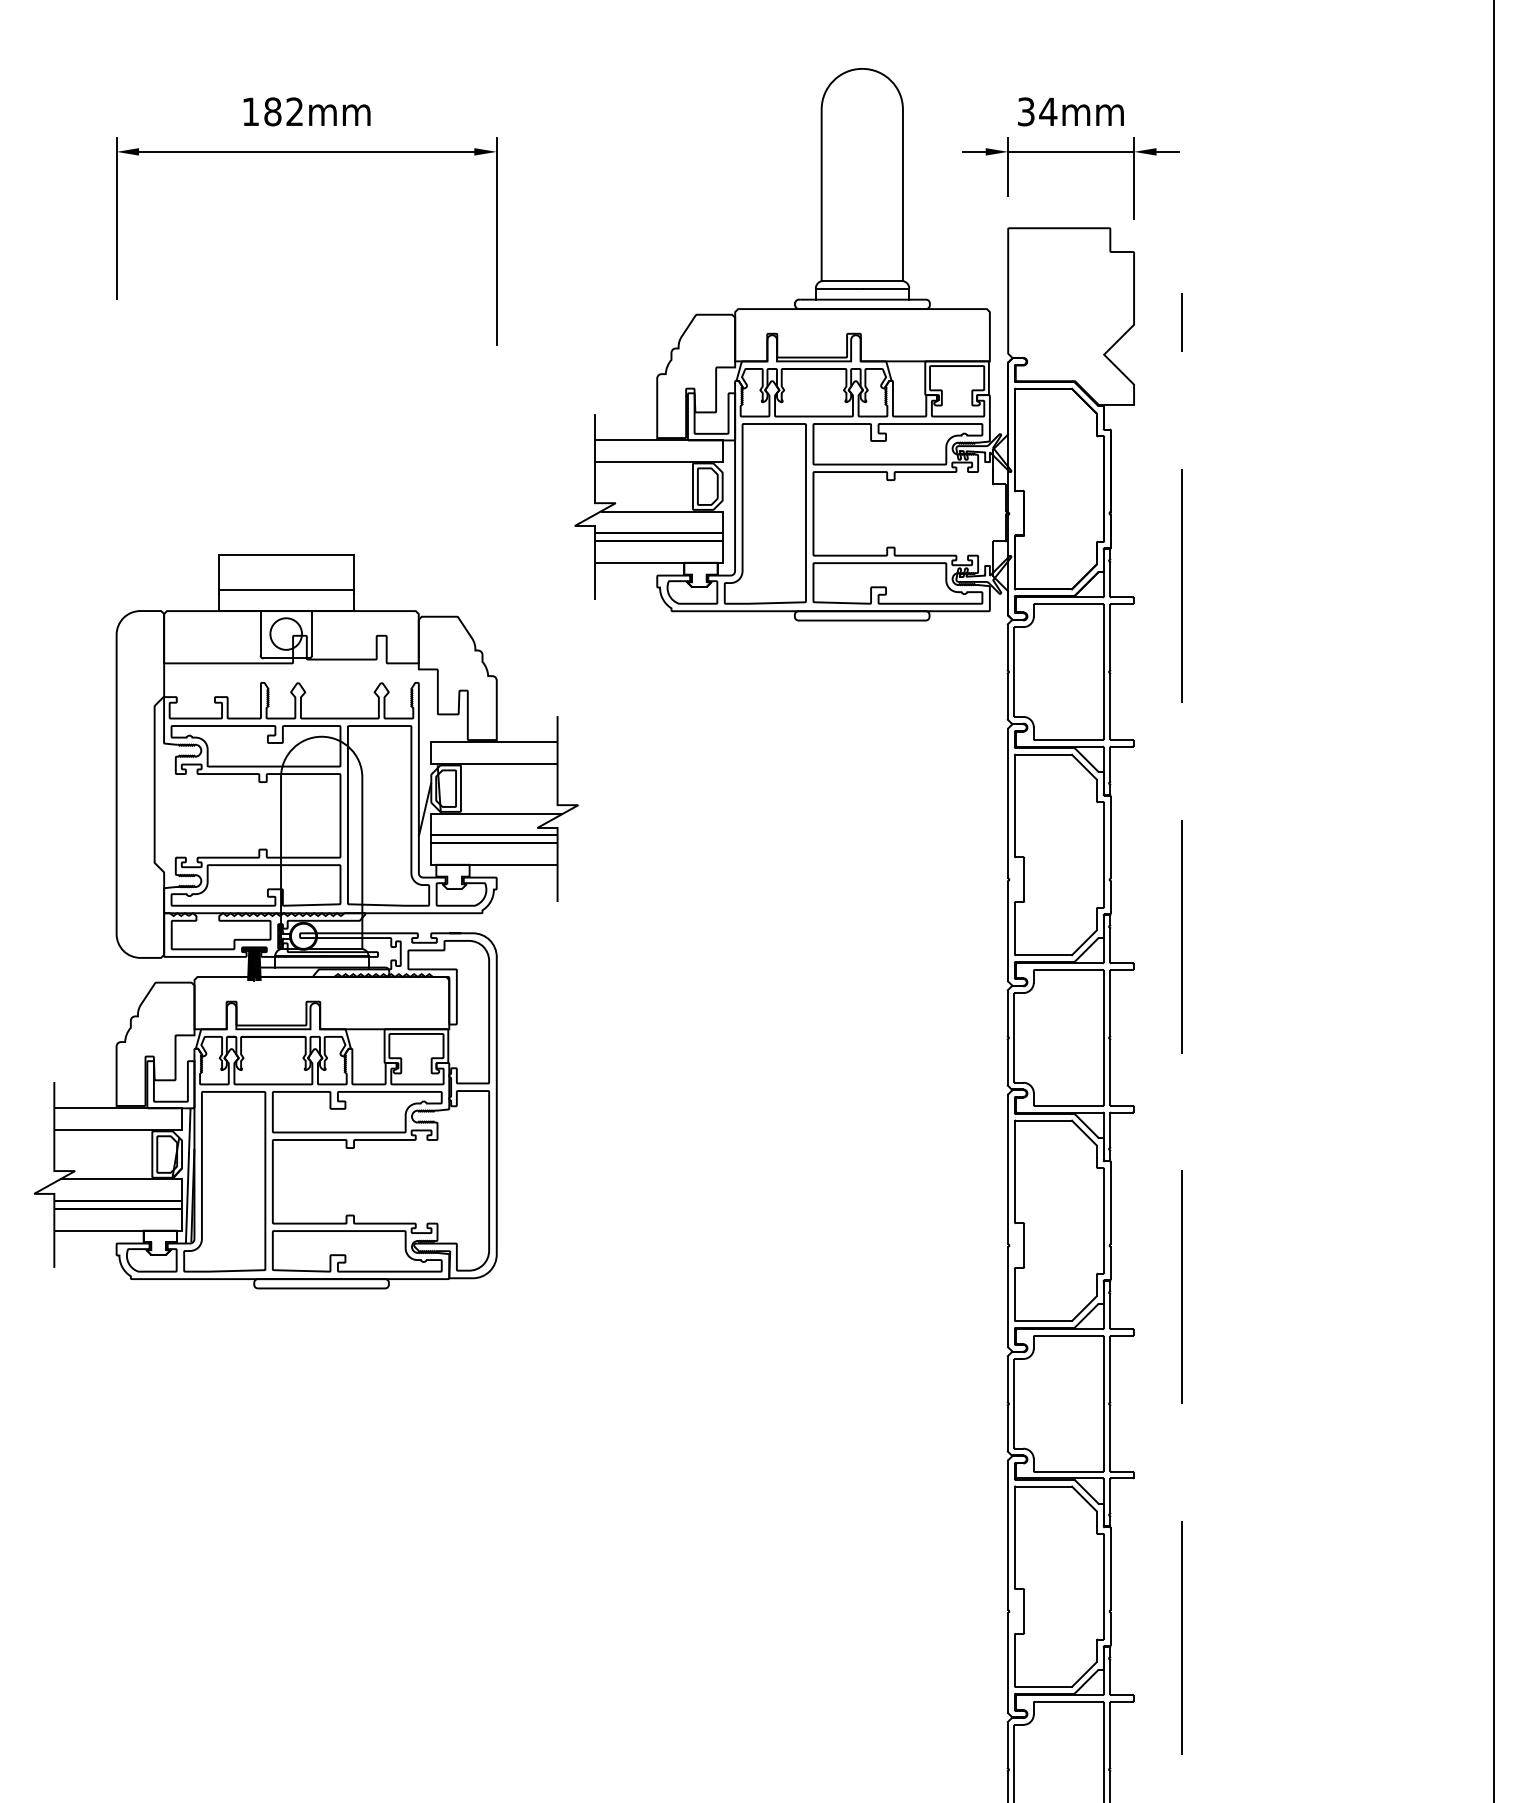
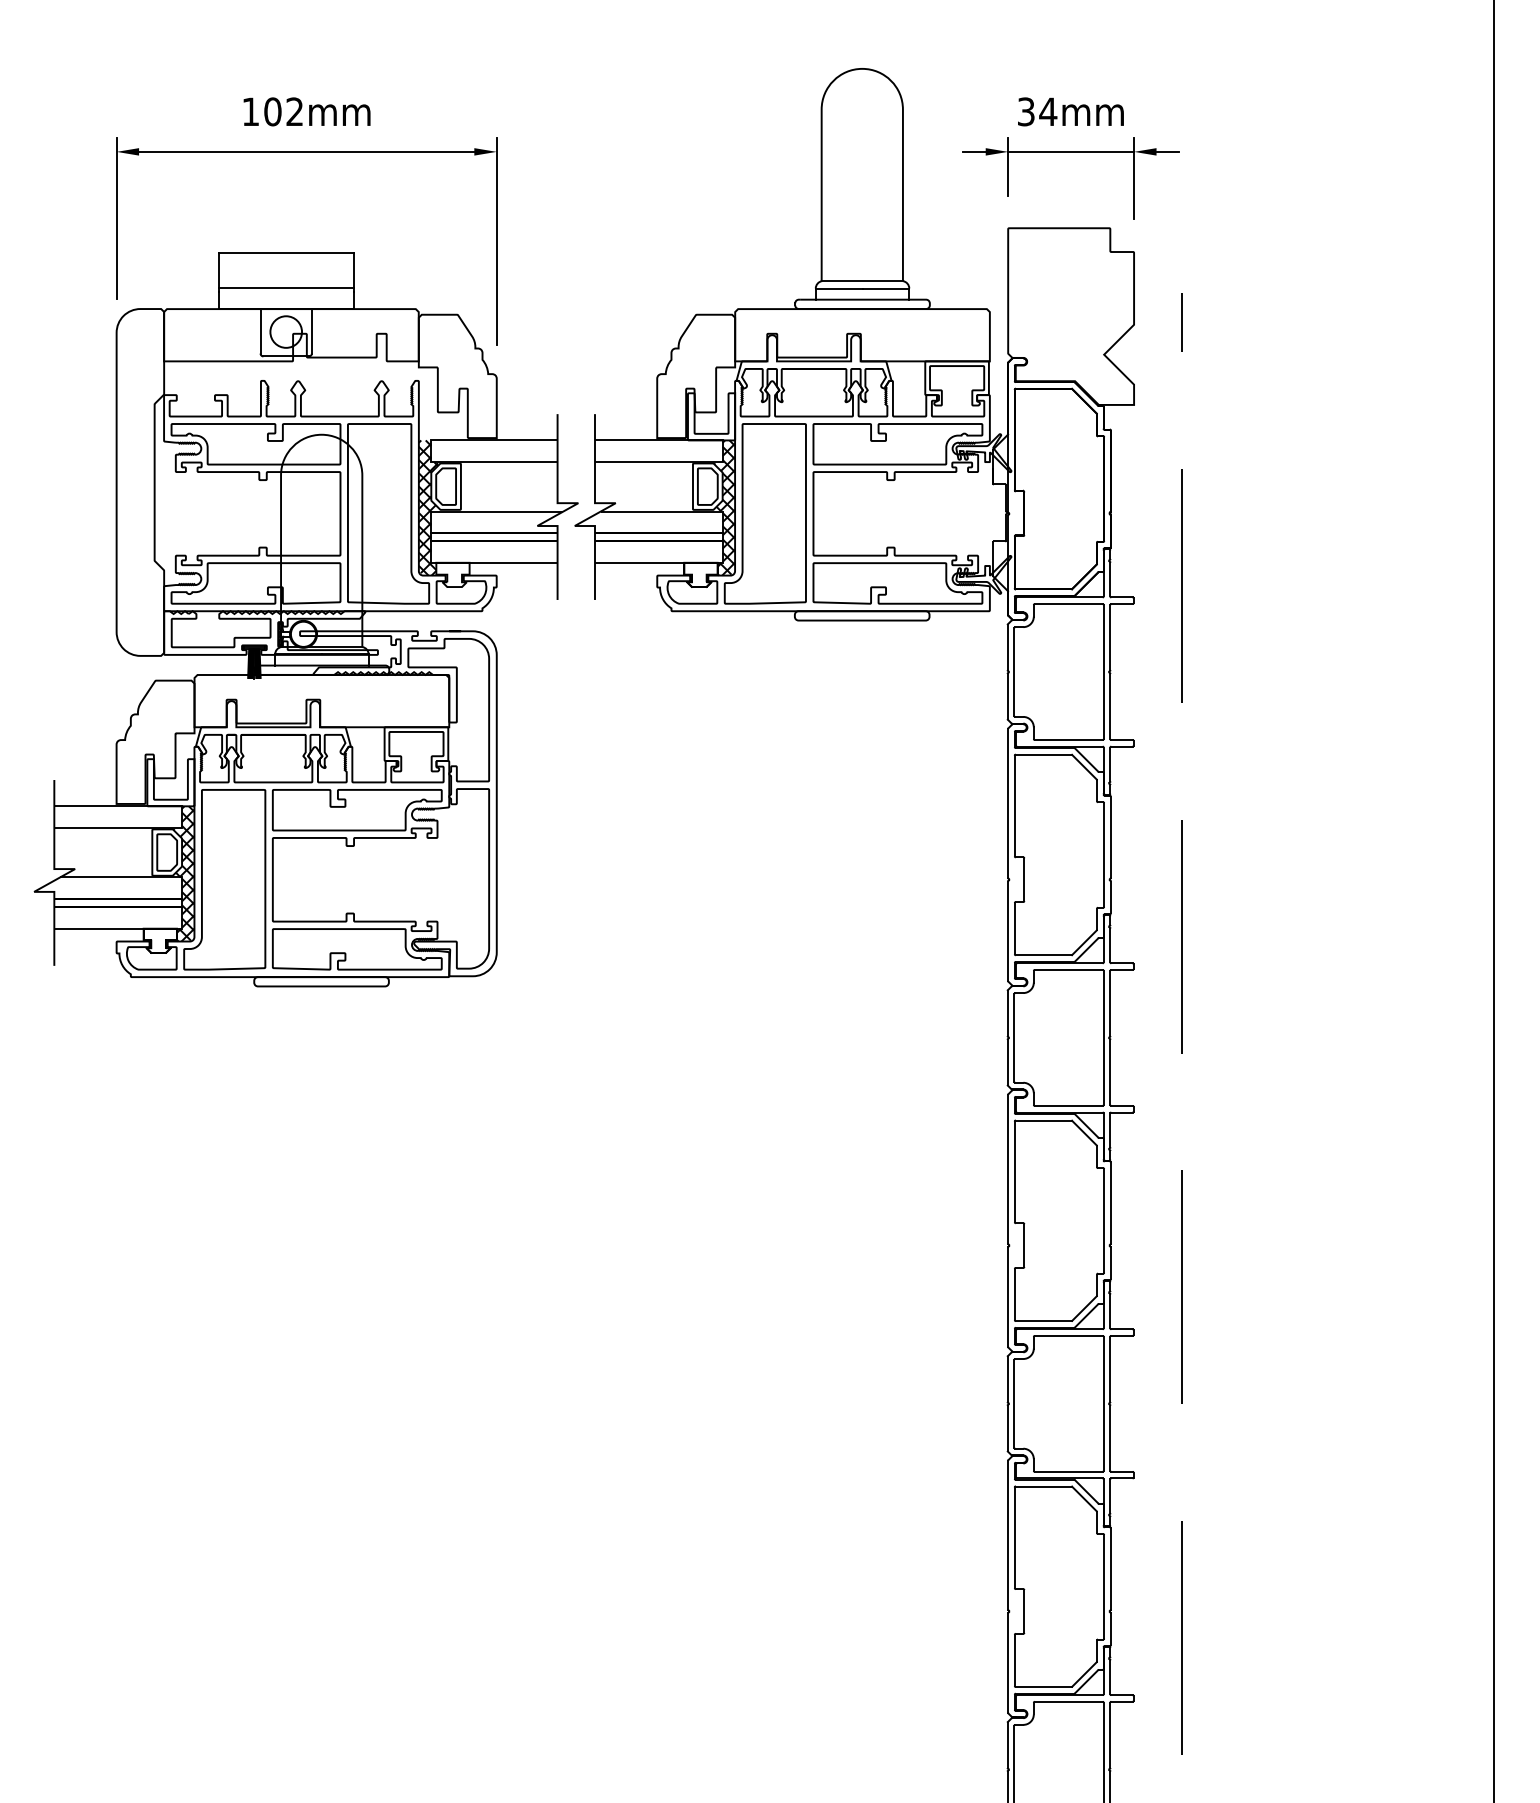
text at (272, 112): 182mm -> 102mm
hatch at (724, 507): none -> present
part at (305, 921) position: (305, 921) -> (305, 619)
